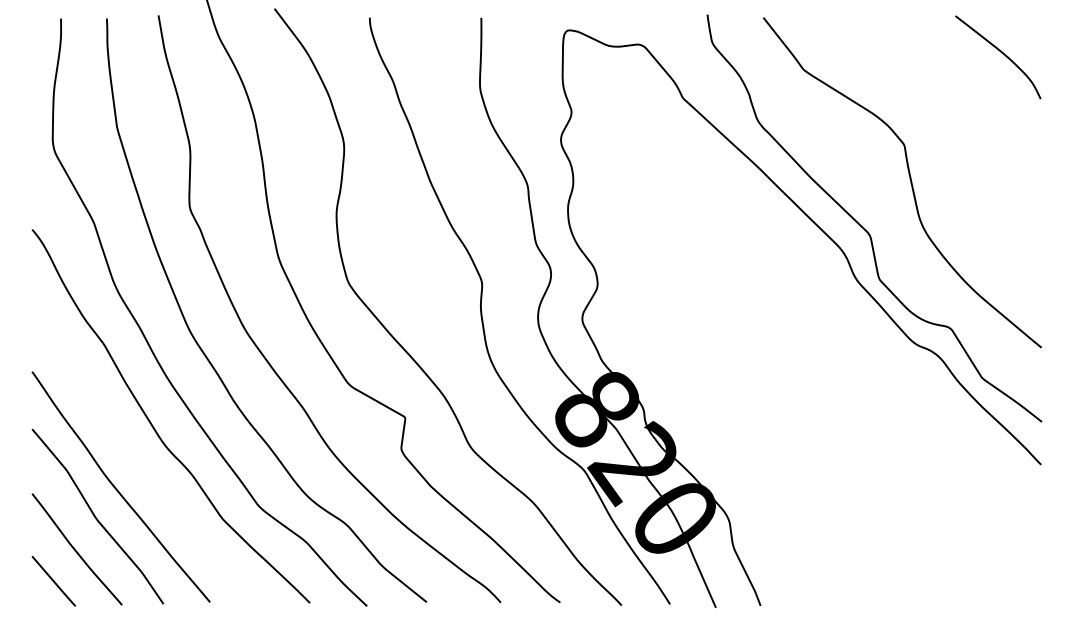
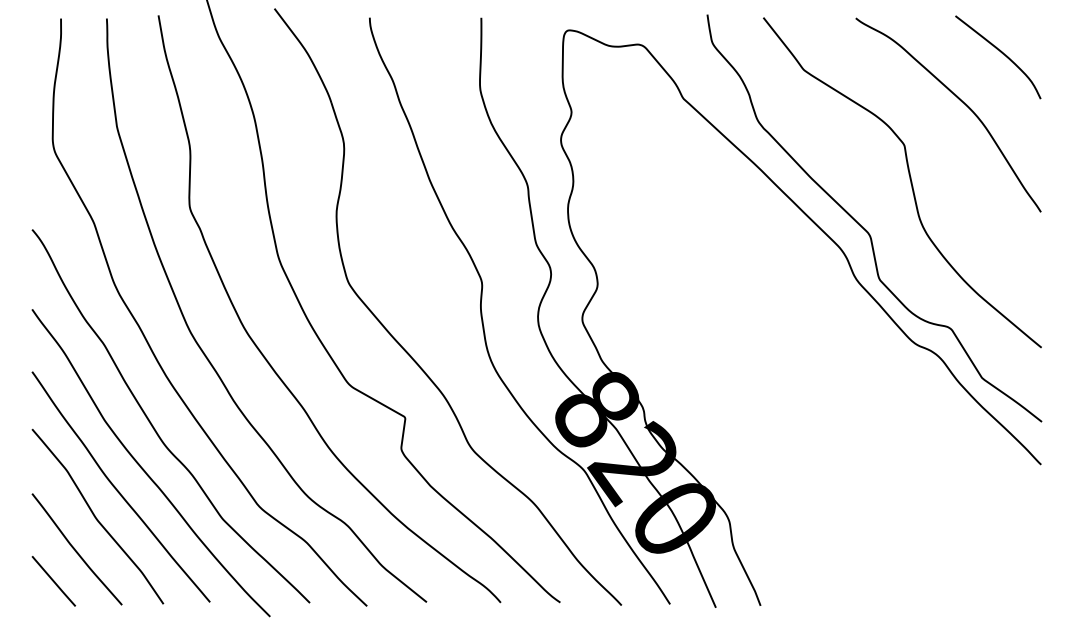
curve at (960, 101): none -> present
curve at (144, 469): none -> present
